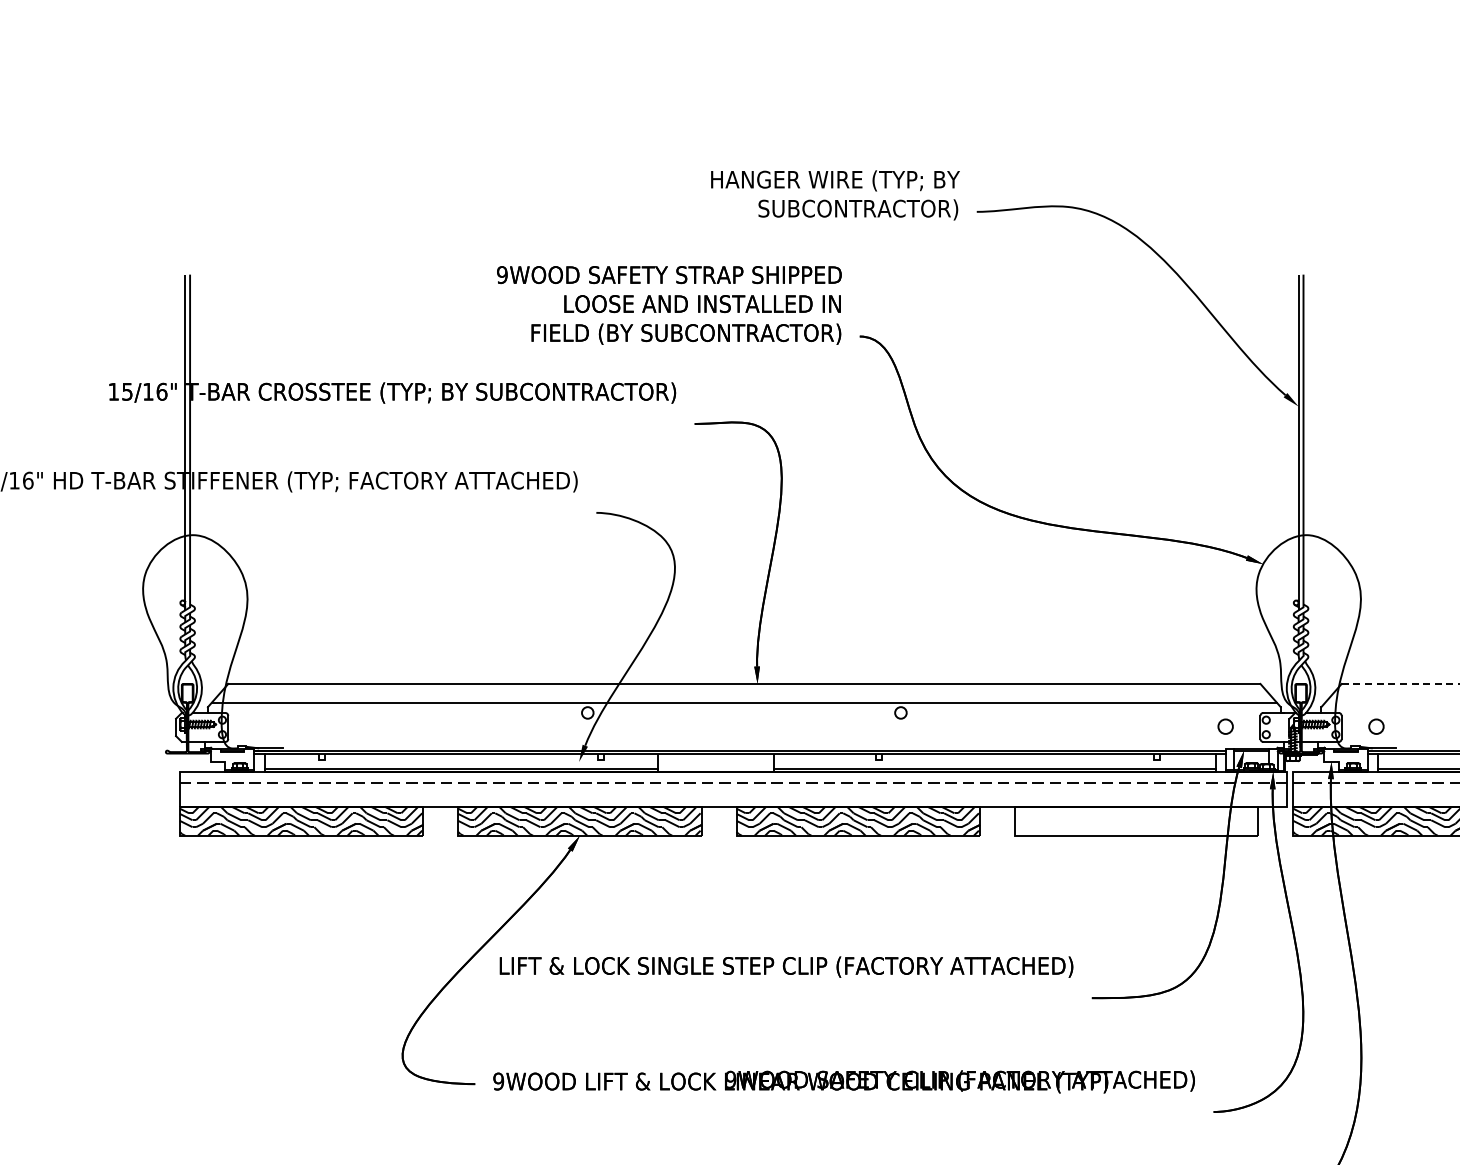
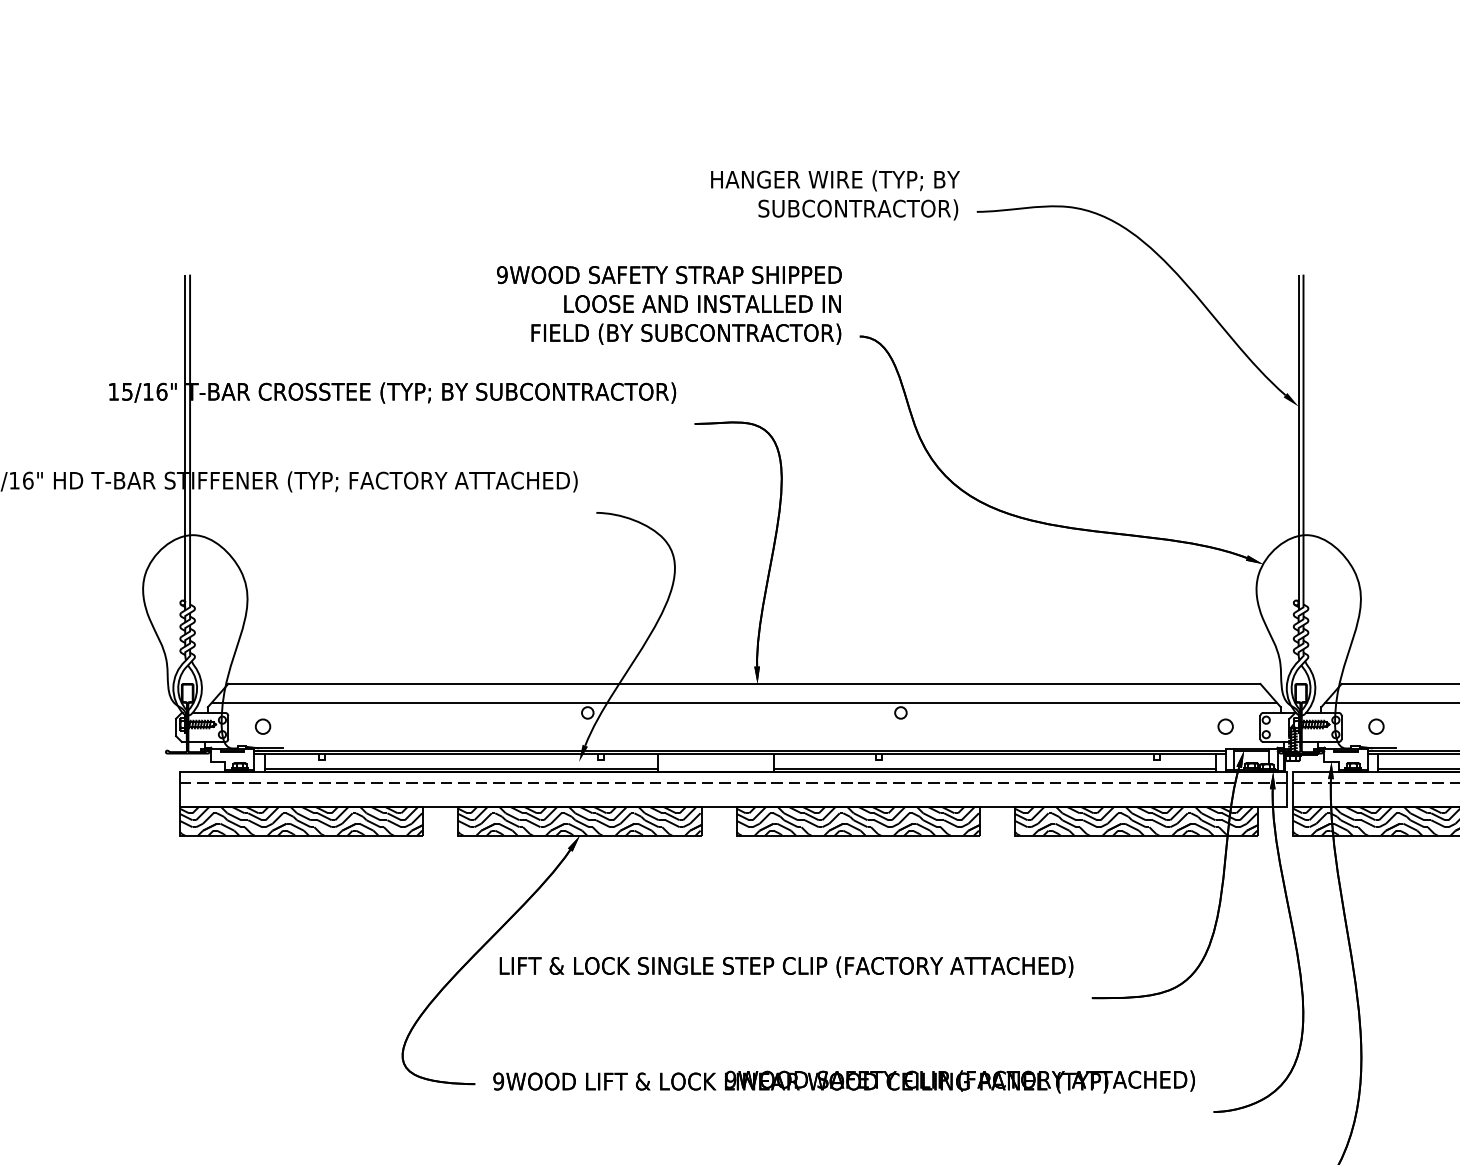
line at (1401, 683): dashed -> solid
line at (1390, 702): none -> present
circle at (262, 726): none -> present
hatch at (1136, 820): none -> present
